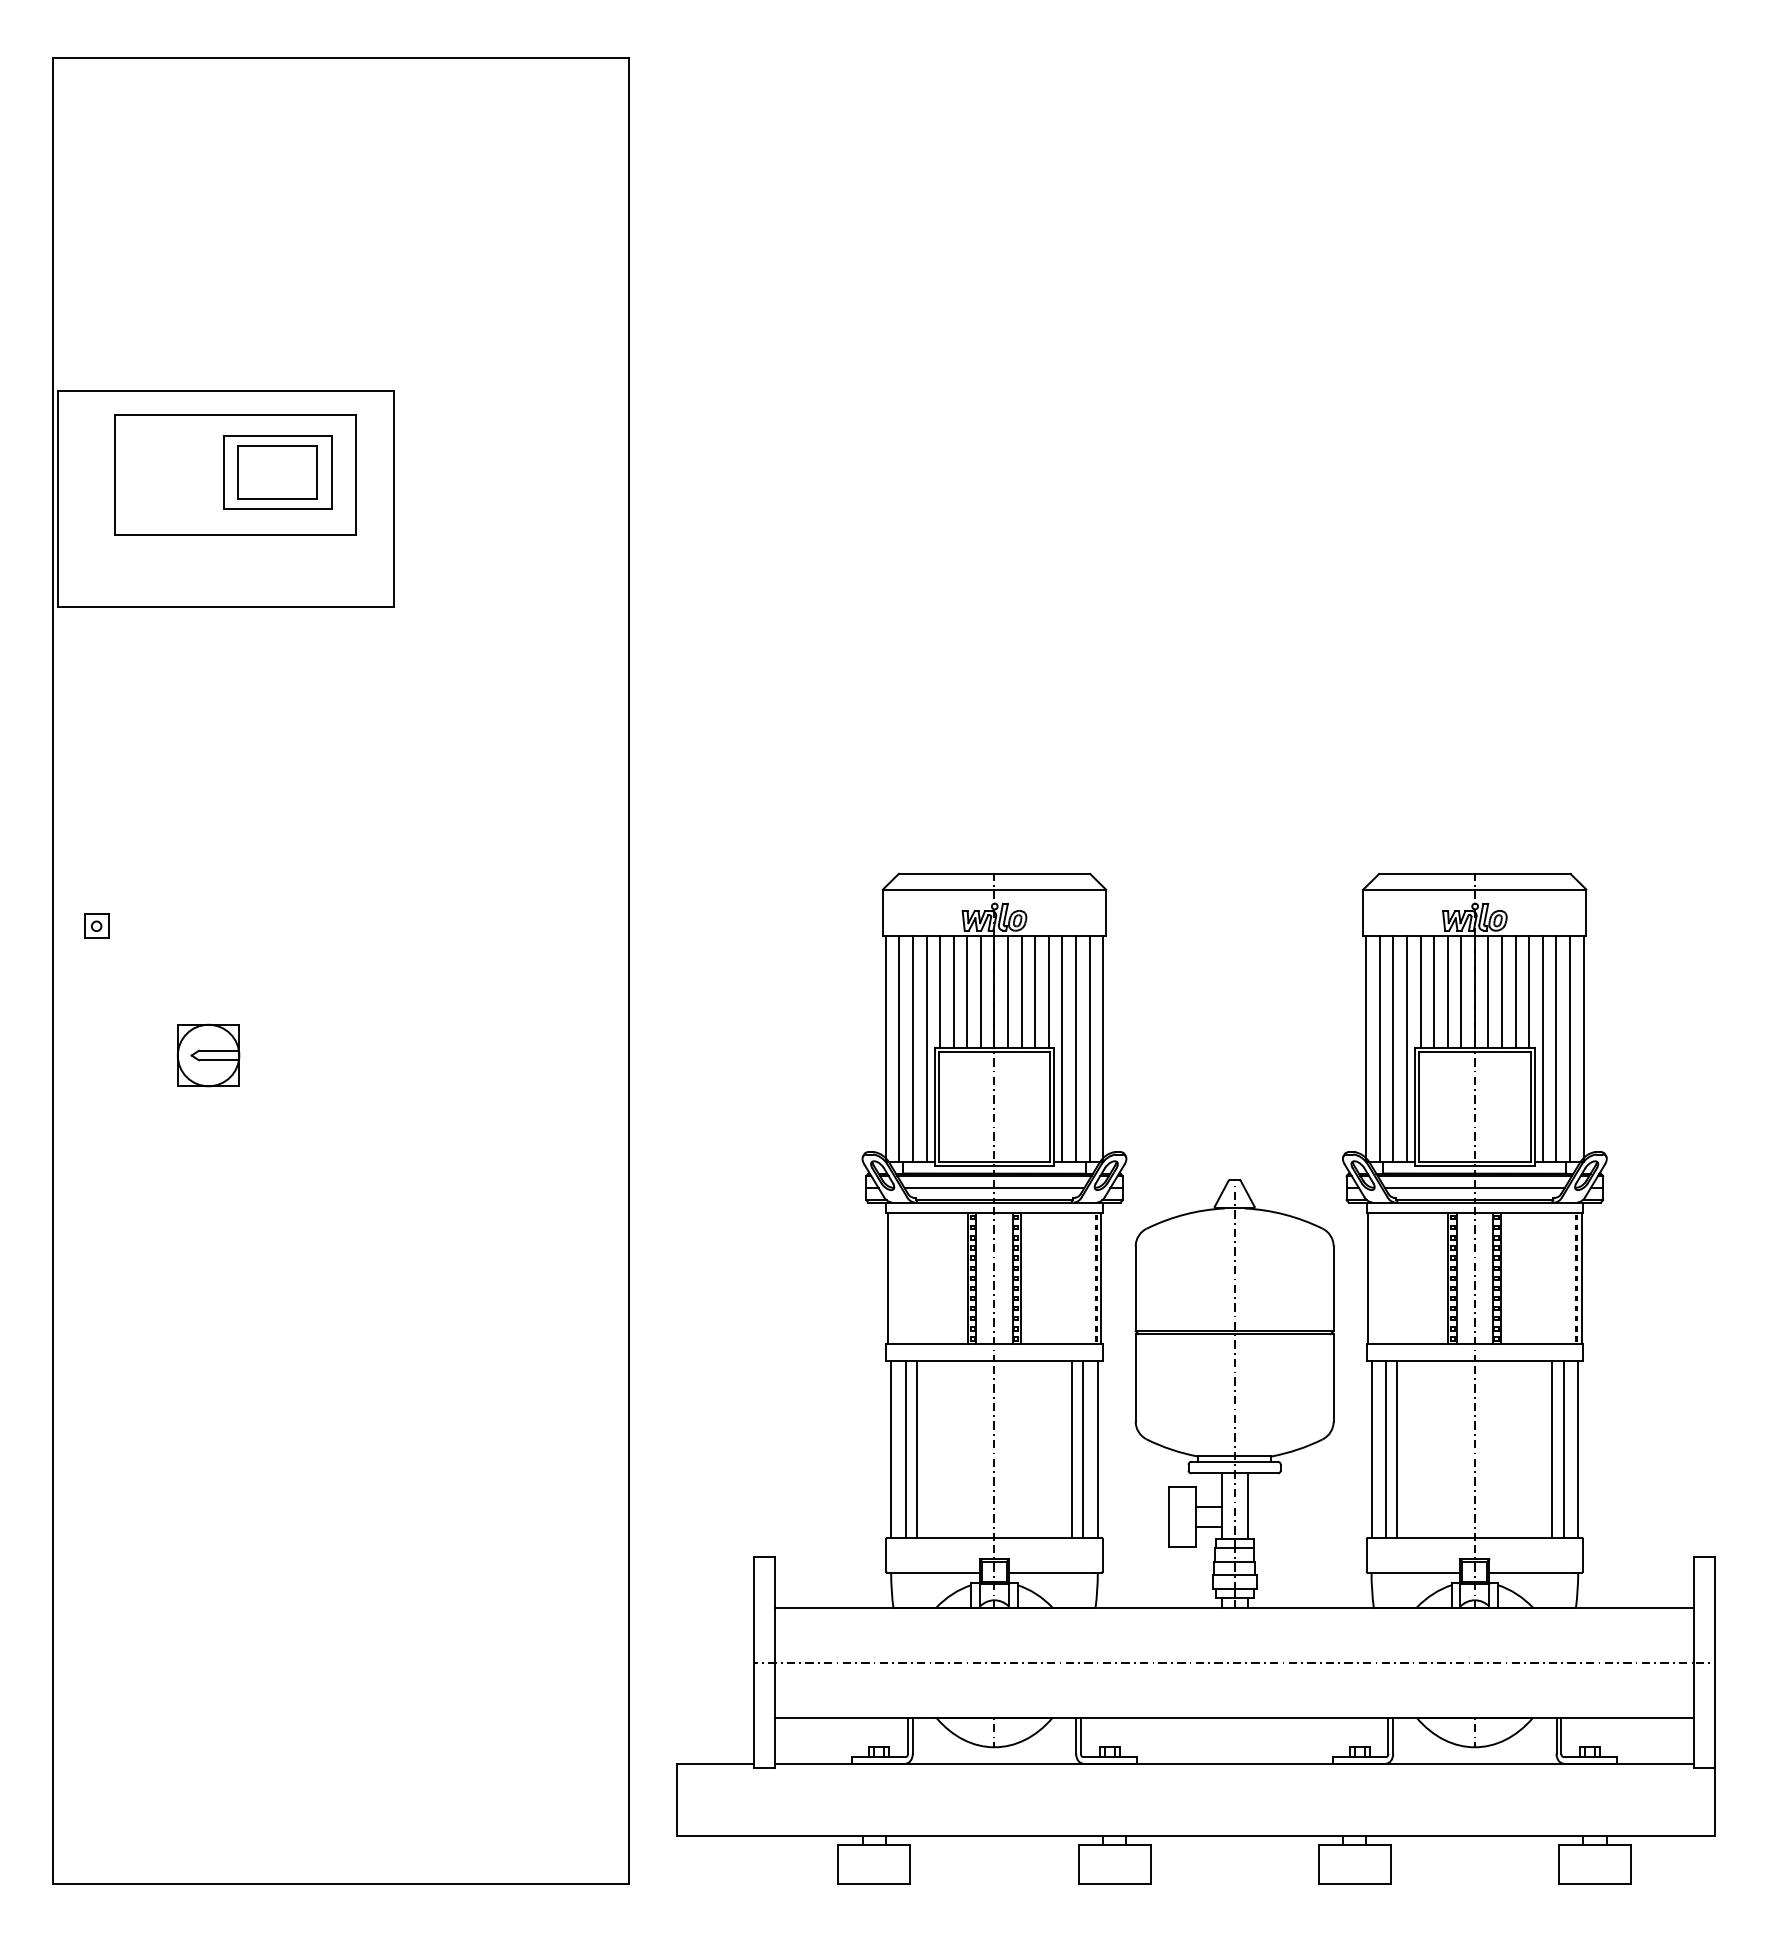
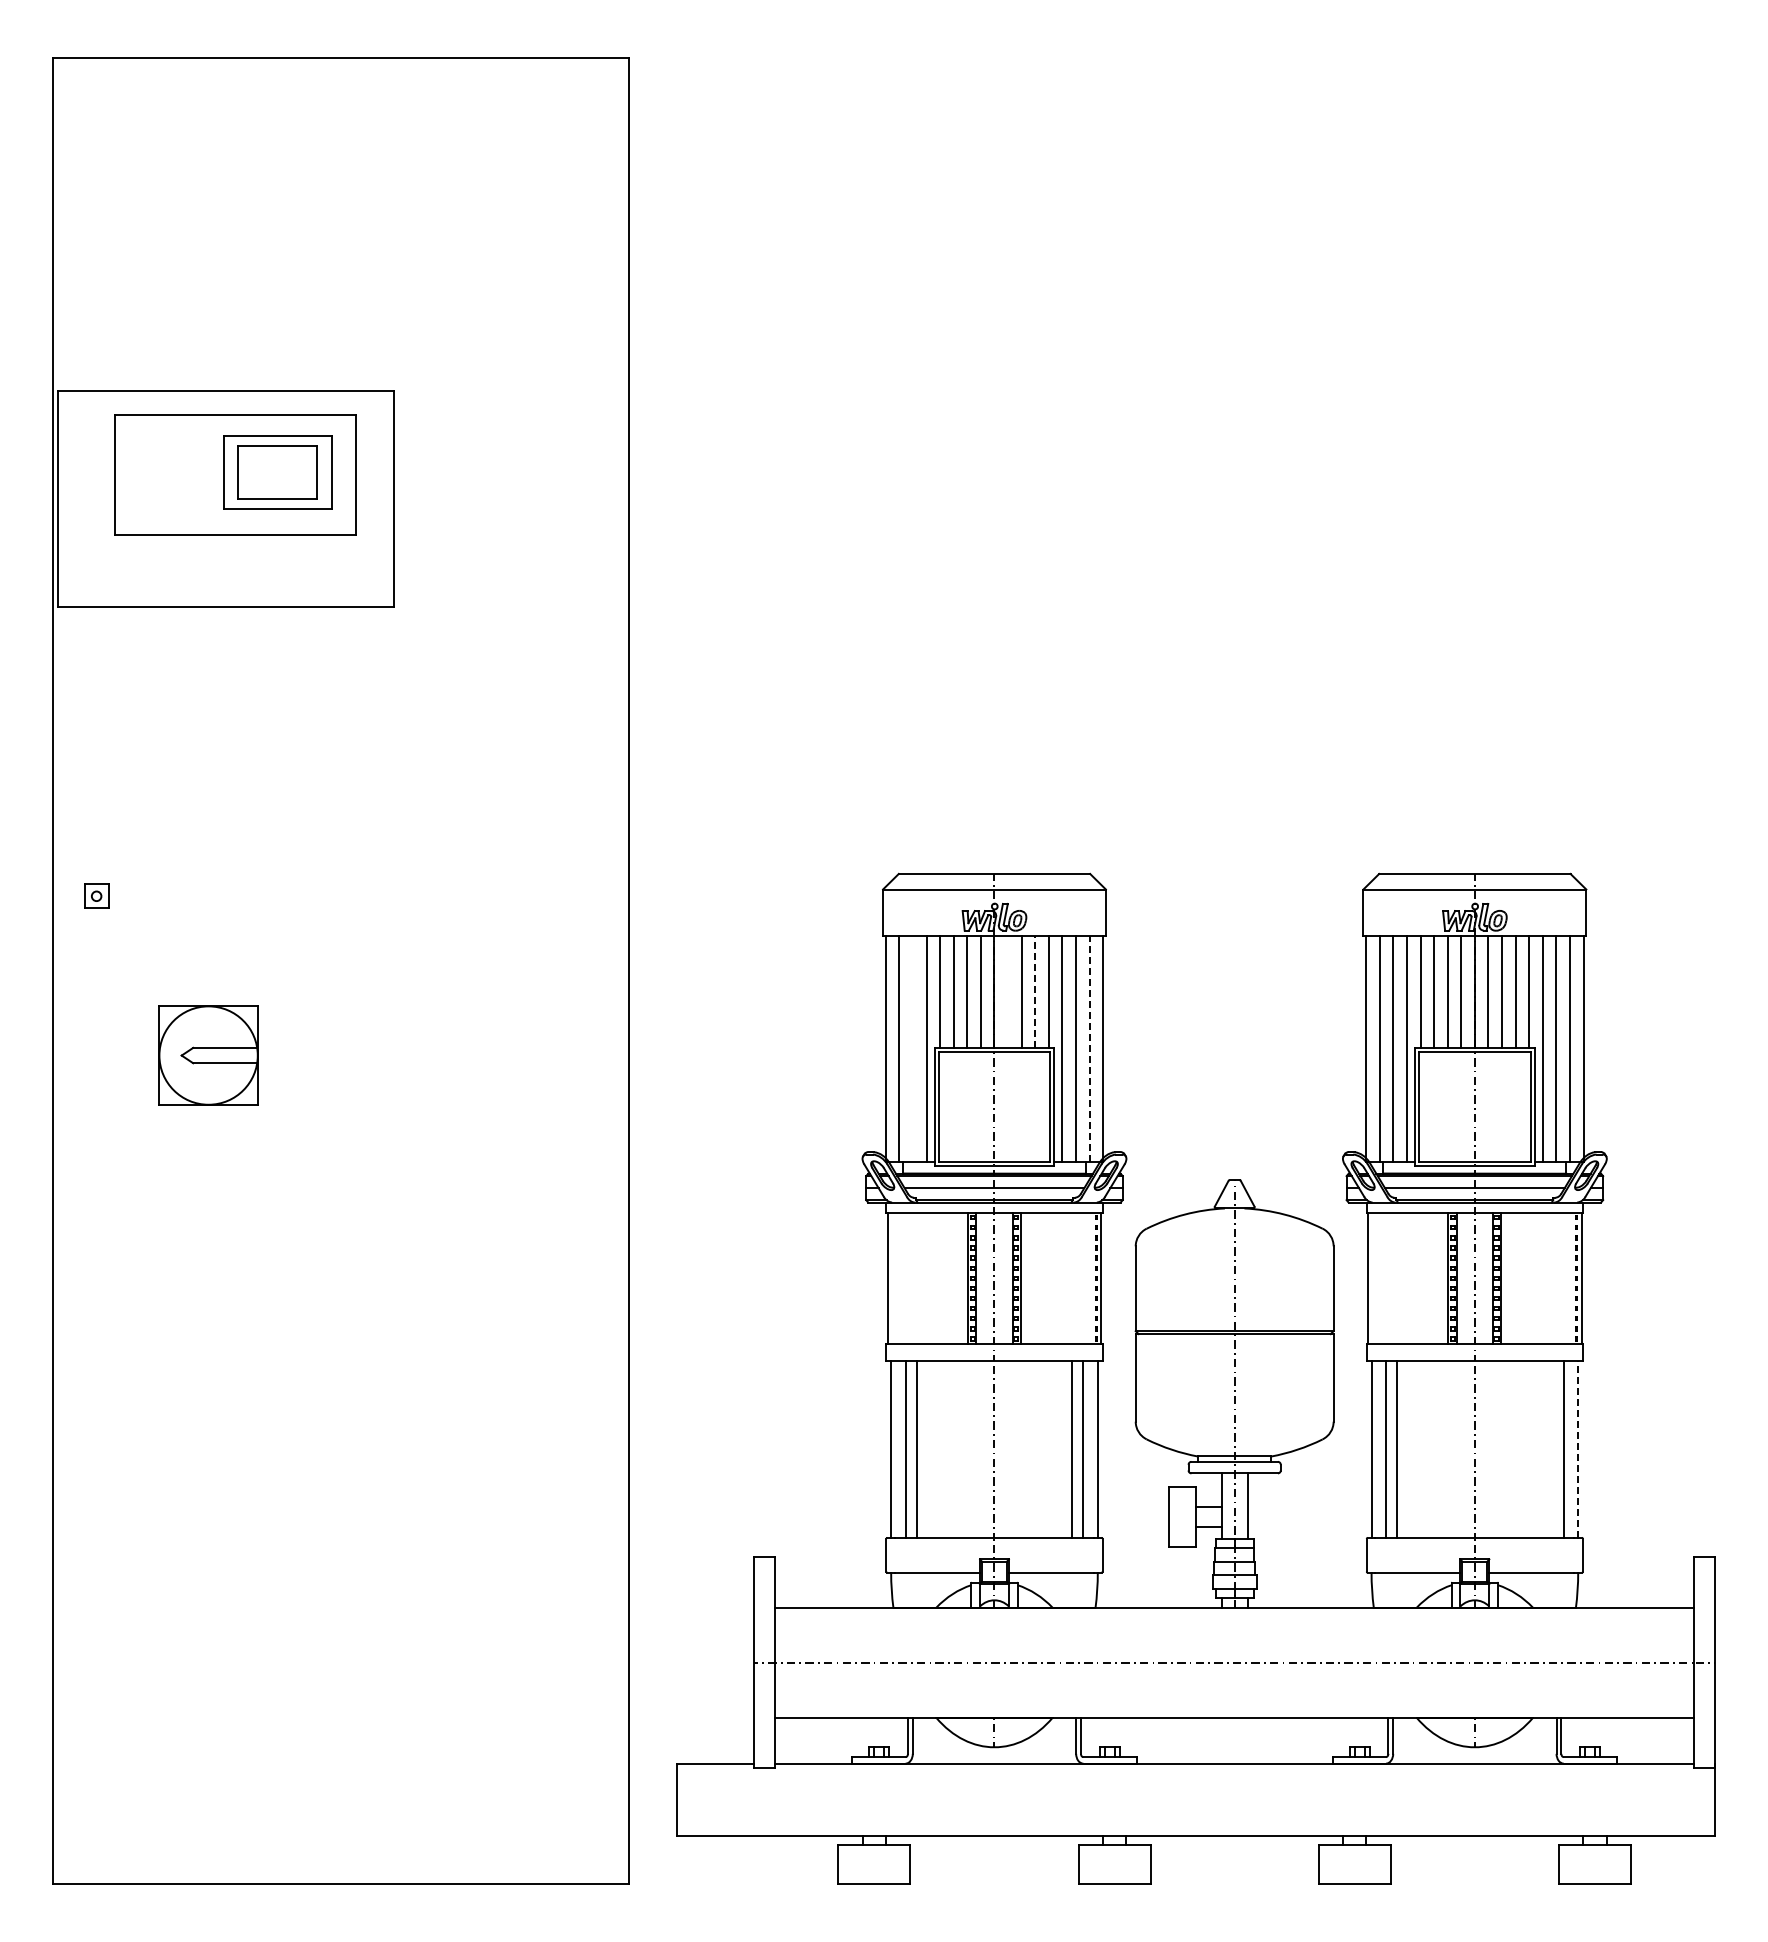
part at (96, 925) position: (96, 925) -> (96, 895)
line at (1008, 991): present -> none
line at (1035, 992): solid -> dashed
line at (912, 1048): present -> none
line at (1089, 1049): solid -> dashed
part at (208, 1055) size: 65x65 px -> 101x101 px
line at (1552, 1448): present -> none
line at (1578, 1449): solid -> dashed
